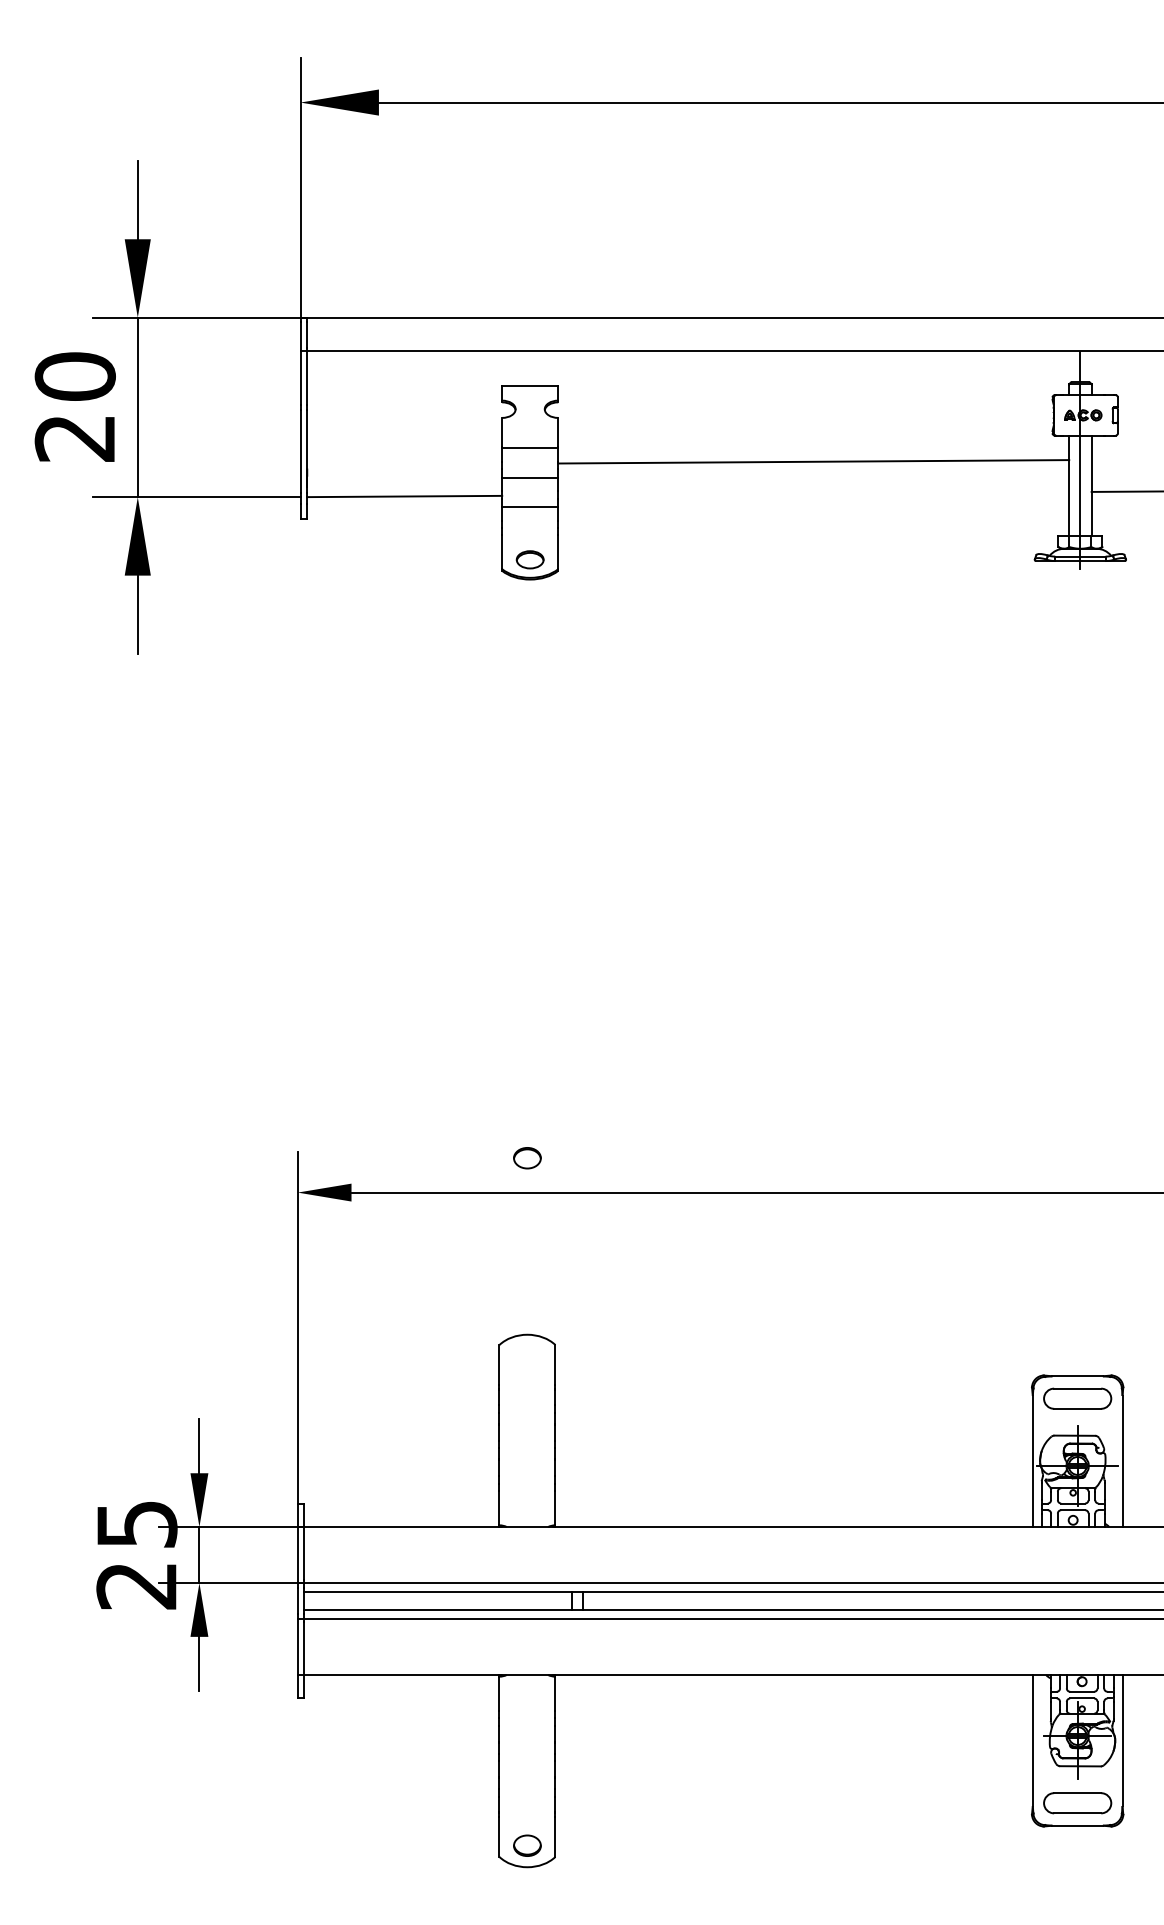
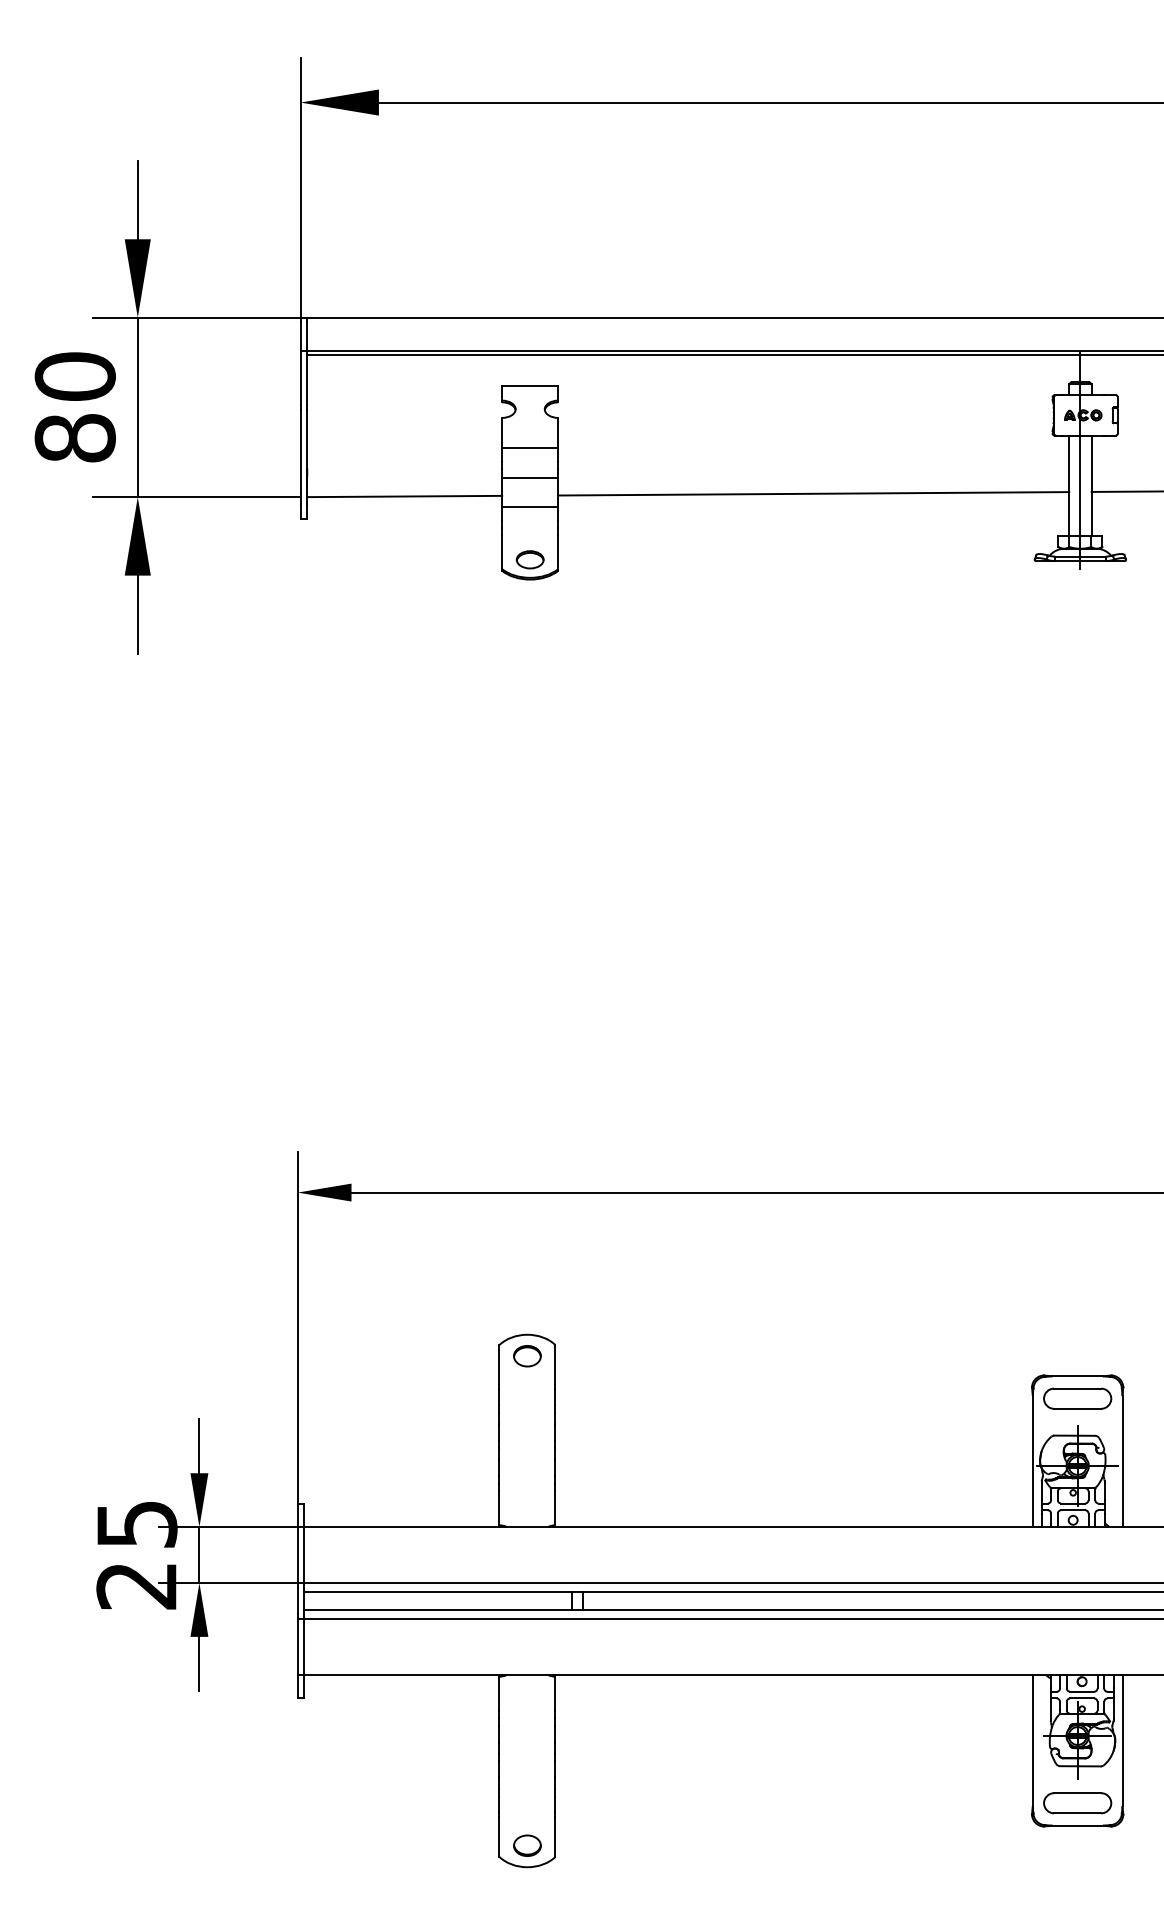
line at (733, 354): none -> present
text at (74, 438): 20 -> 80
line at (813, 461) position: (813, 461) -> (813, 493)
part at (527, 1158) position: (527, 1158) -> (527, 1356)
